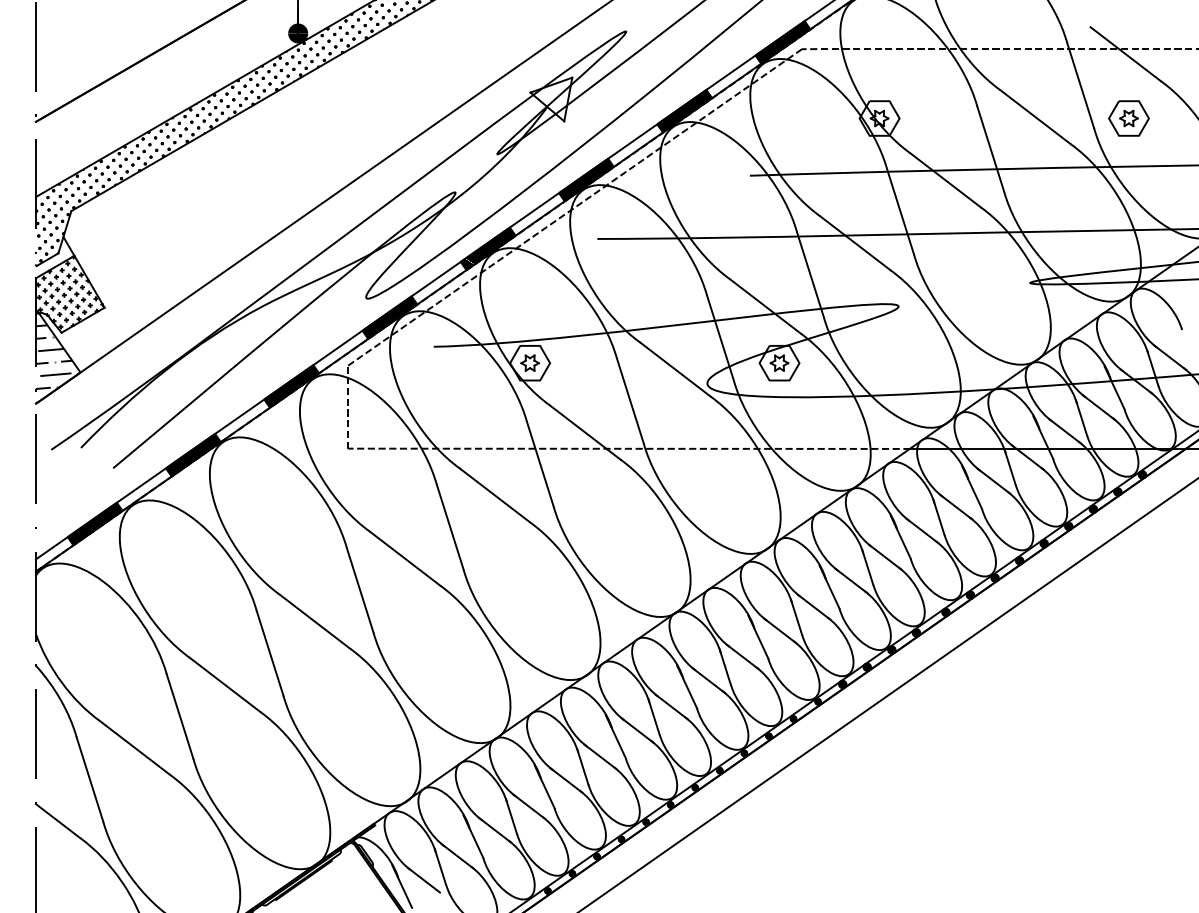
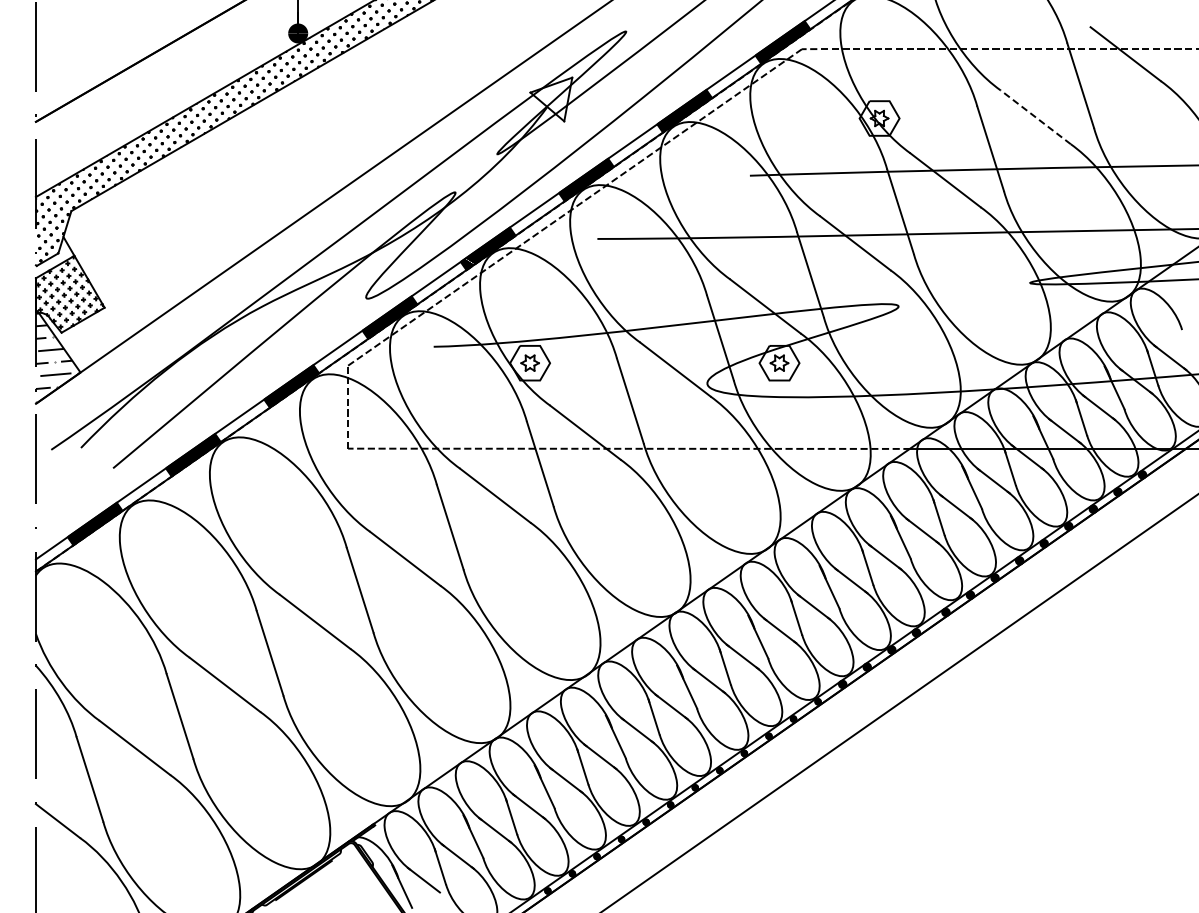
line at (1035, 116): solid -> dashed
part at (1128, 118): present -> none
line at (888, 694) position: (888, 694) -> (899, 702)
